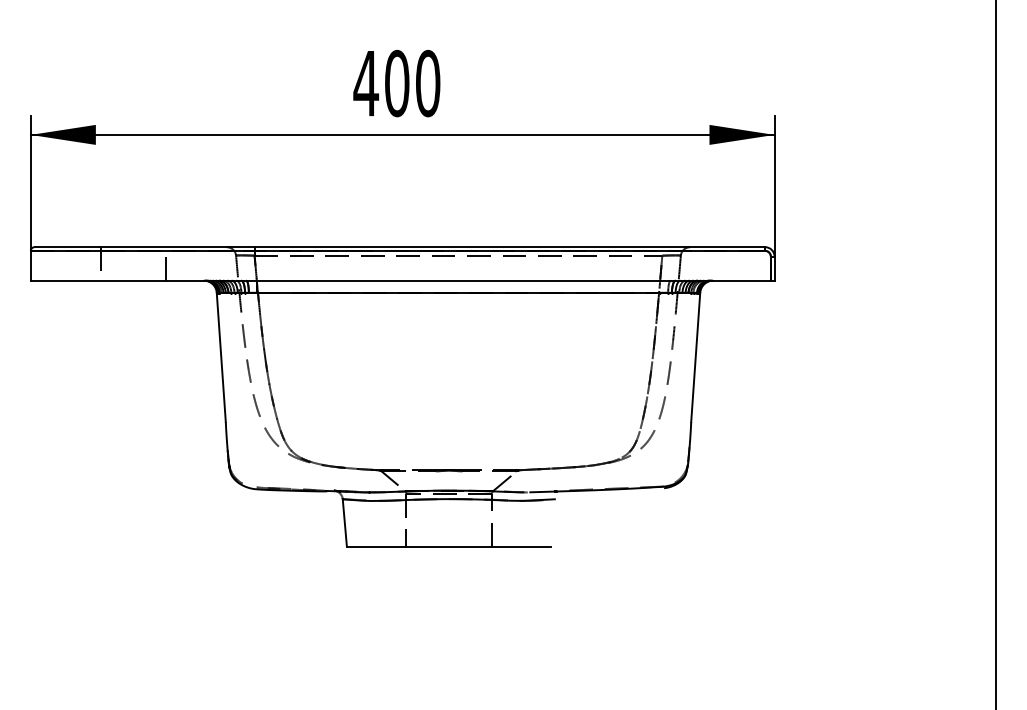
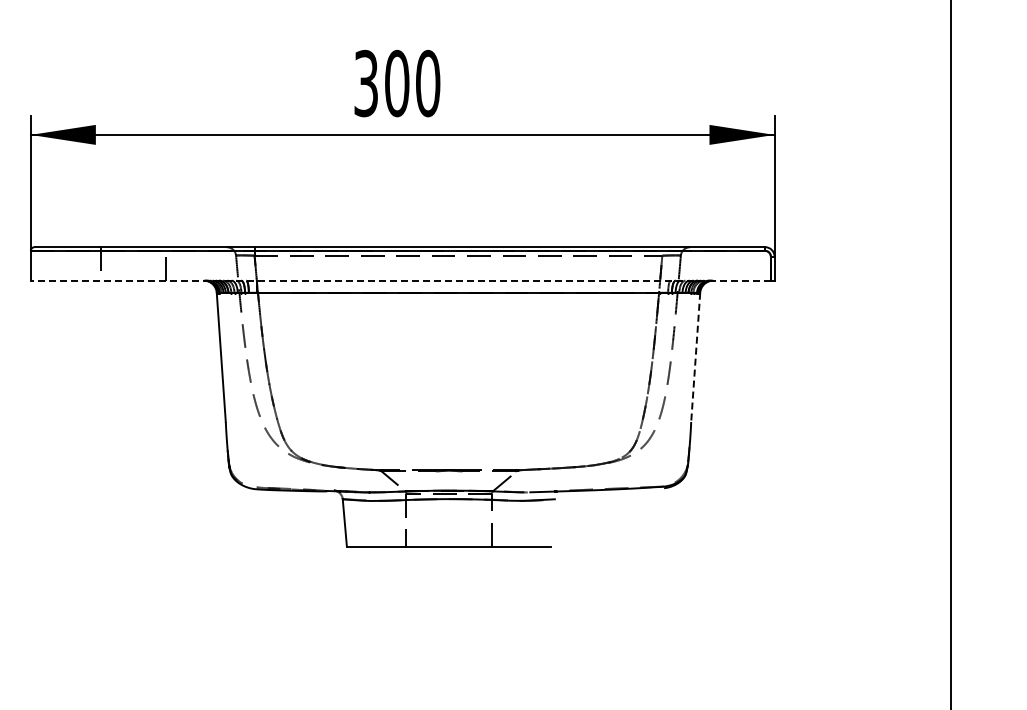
text at (366, 83): 400 -> 300
line at (400, 280): solid -> dashed
line at (996, 354) position: (996, 354) -> (951, 354)
line at (695, 357): solid -> dashed
